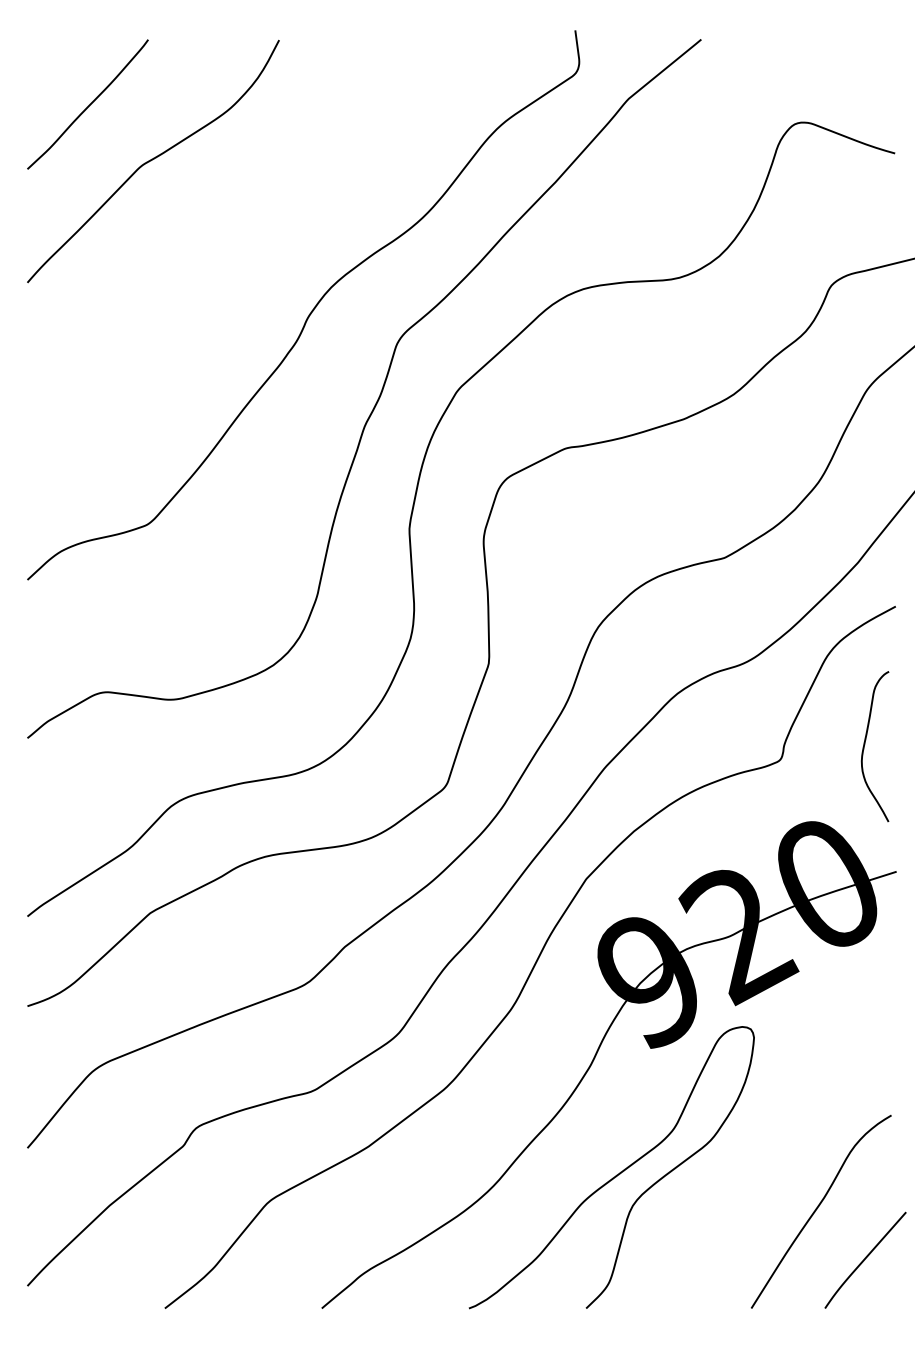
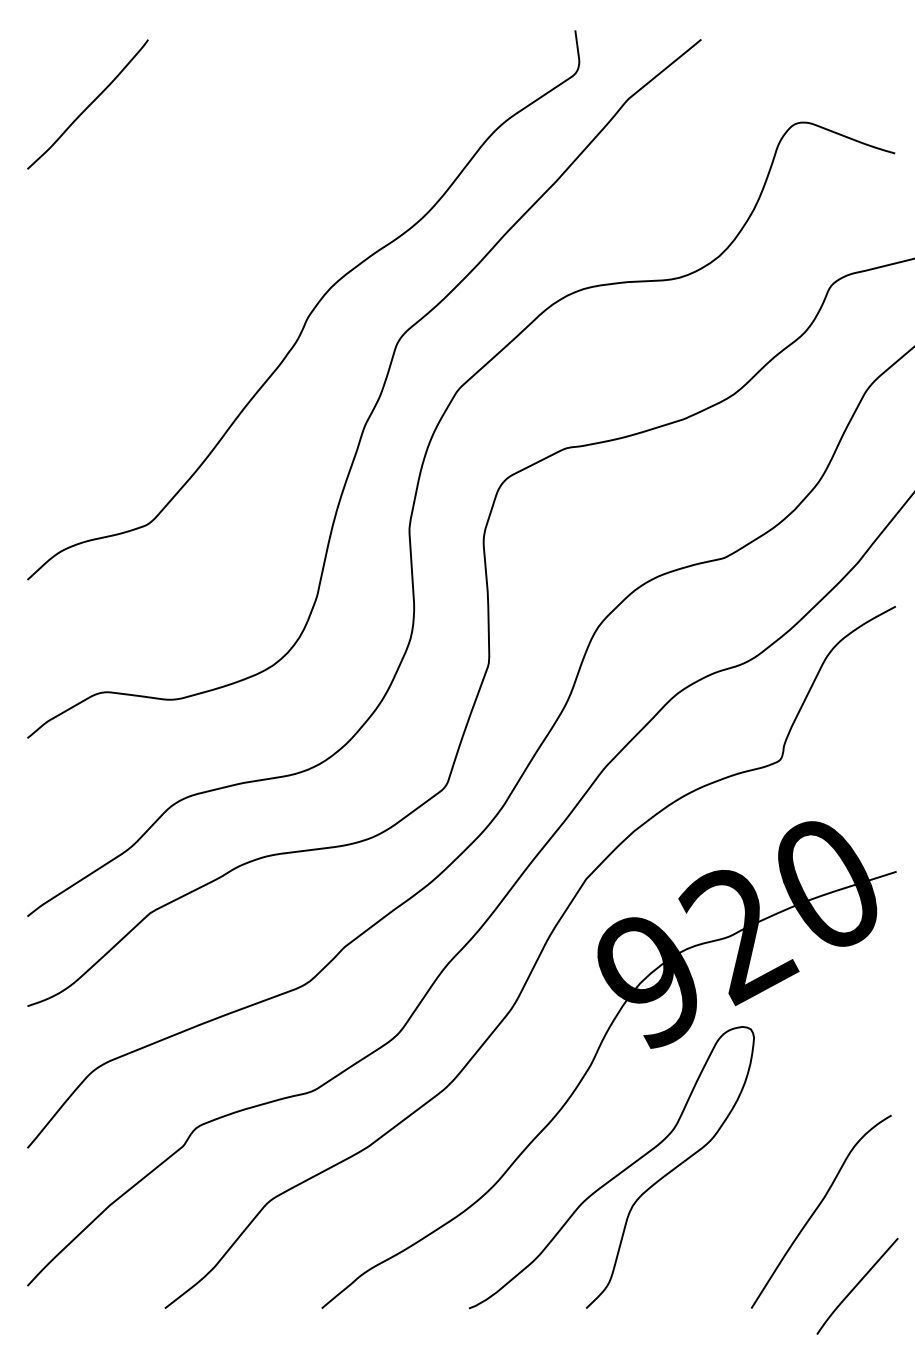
curve at (152, 160): present -> none
curve at (865, 744): present -> none
curve at (865, 1259) position: (865, 1259) -> (857, 1285)
